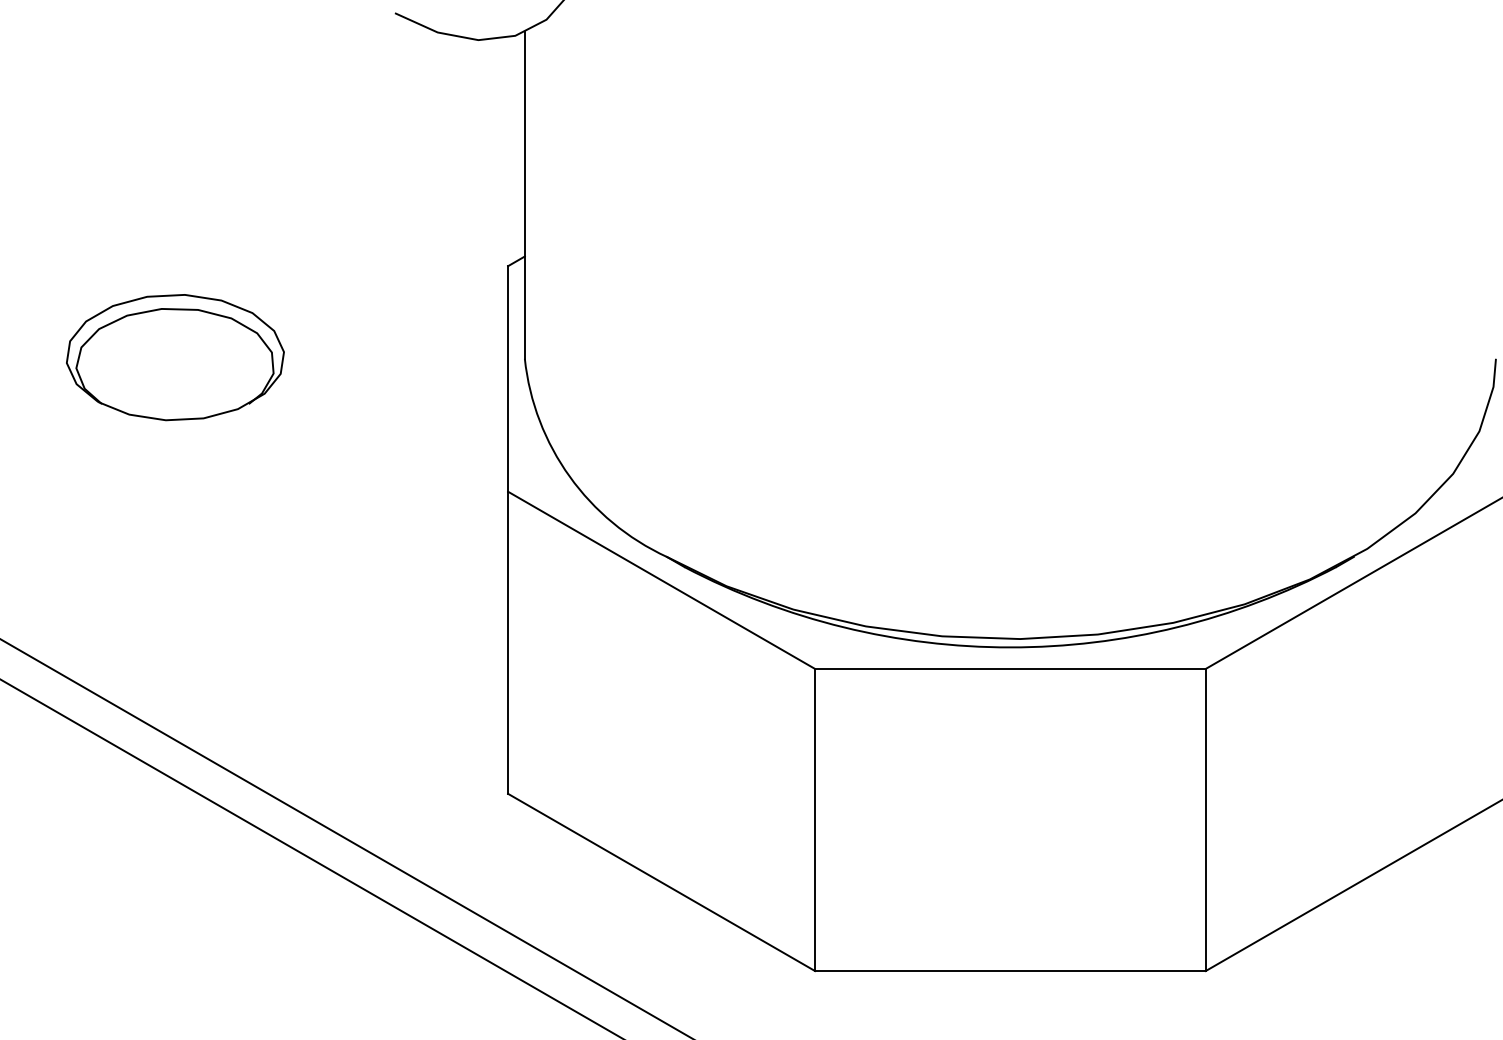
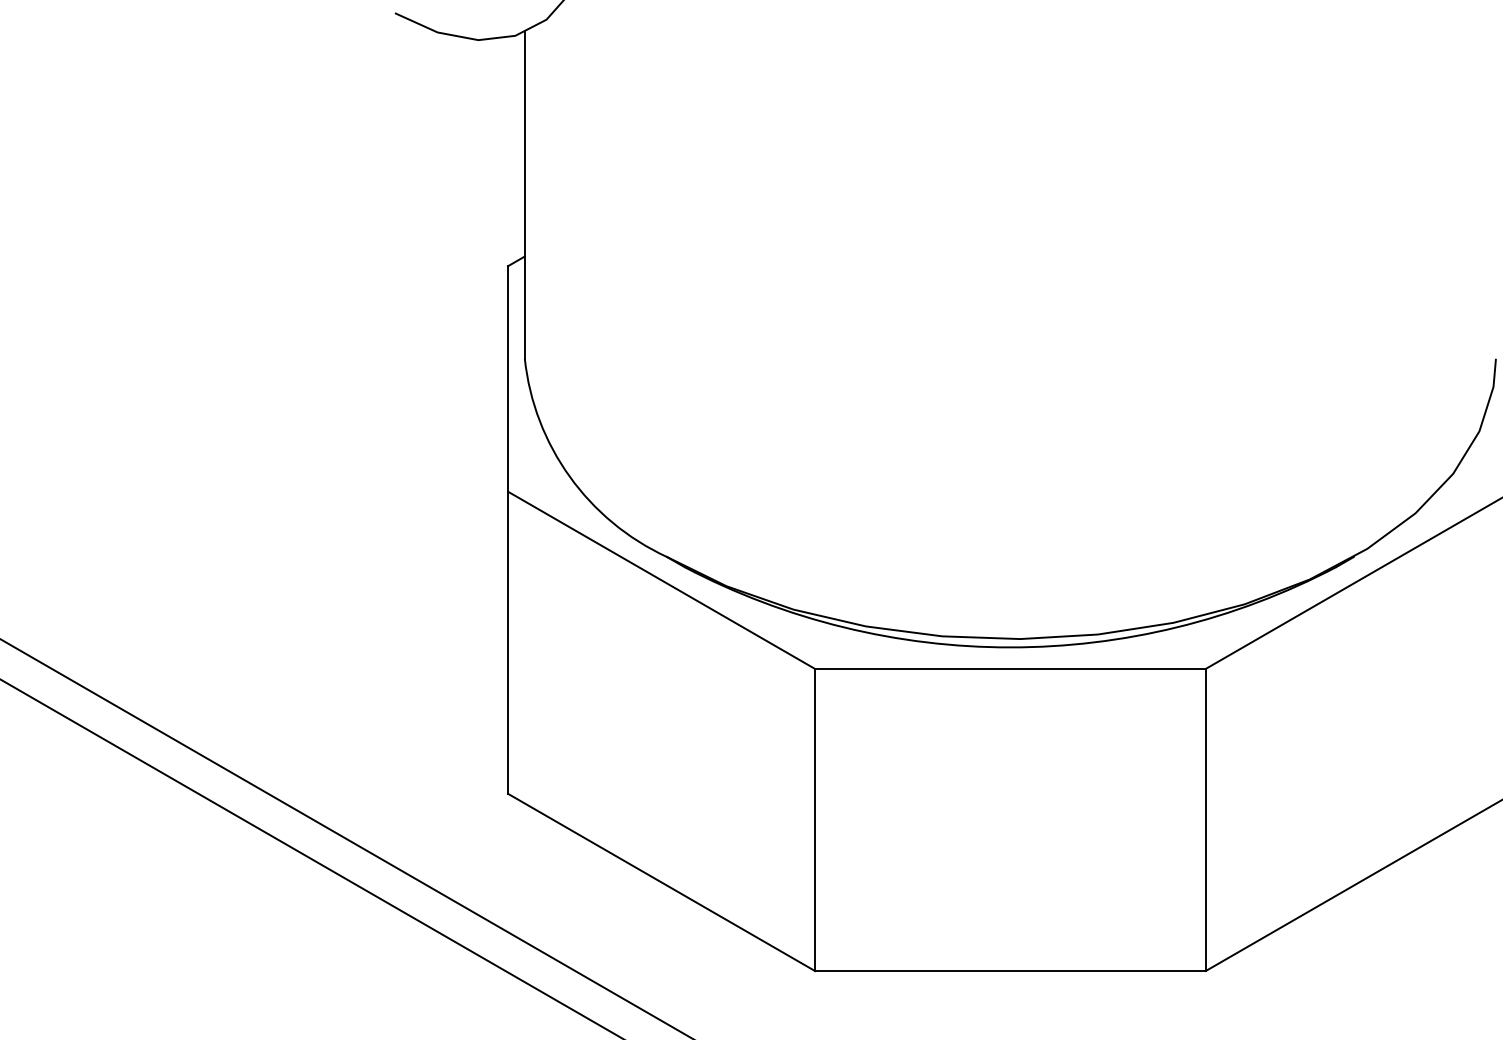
part at (175, 357): present -> none
